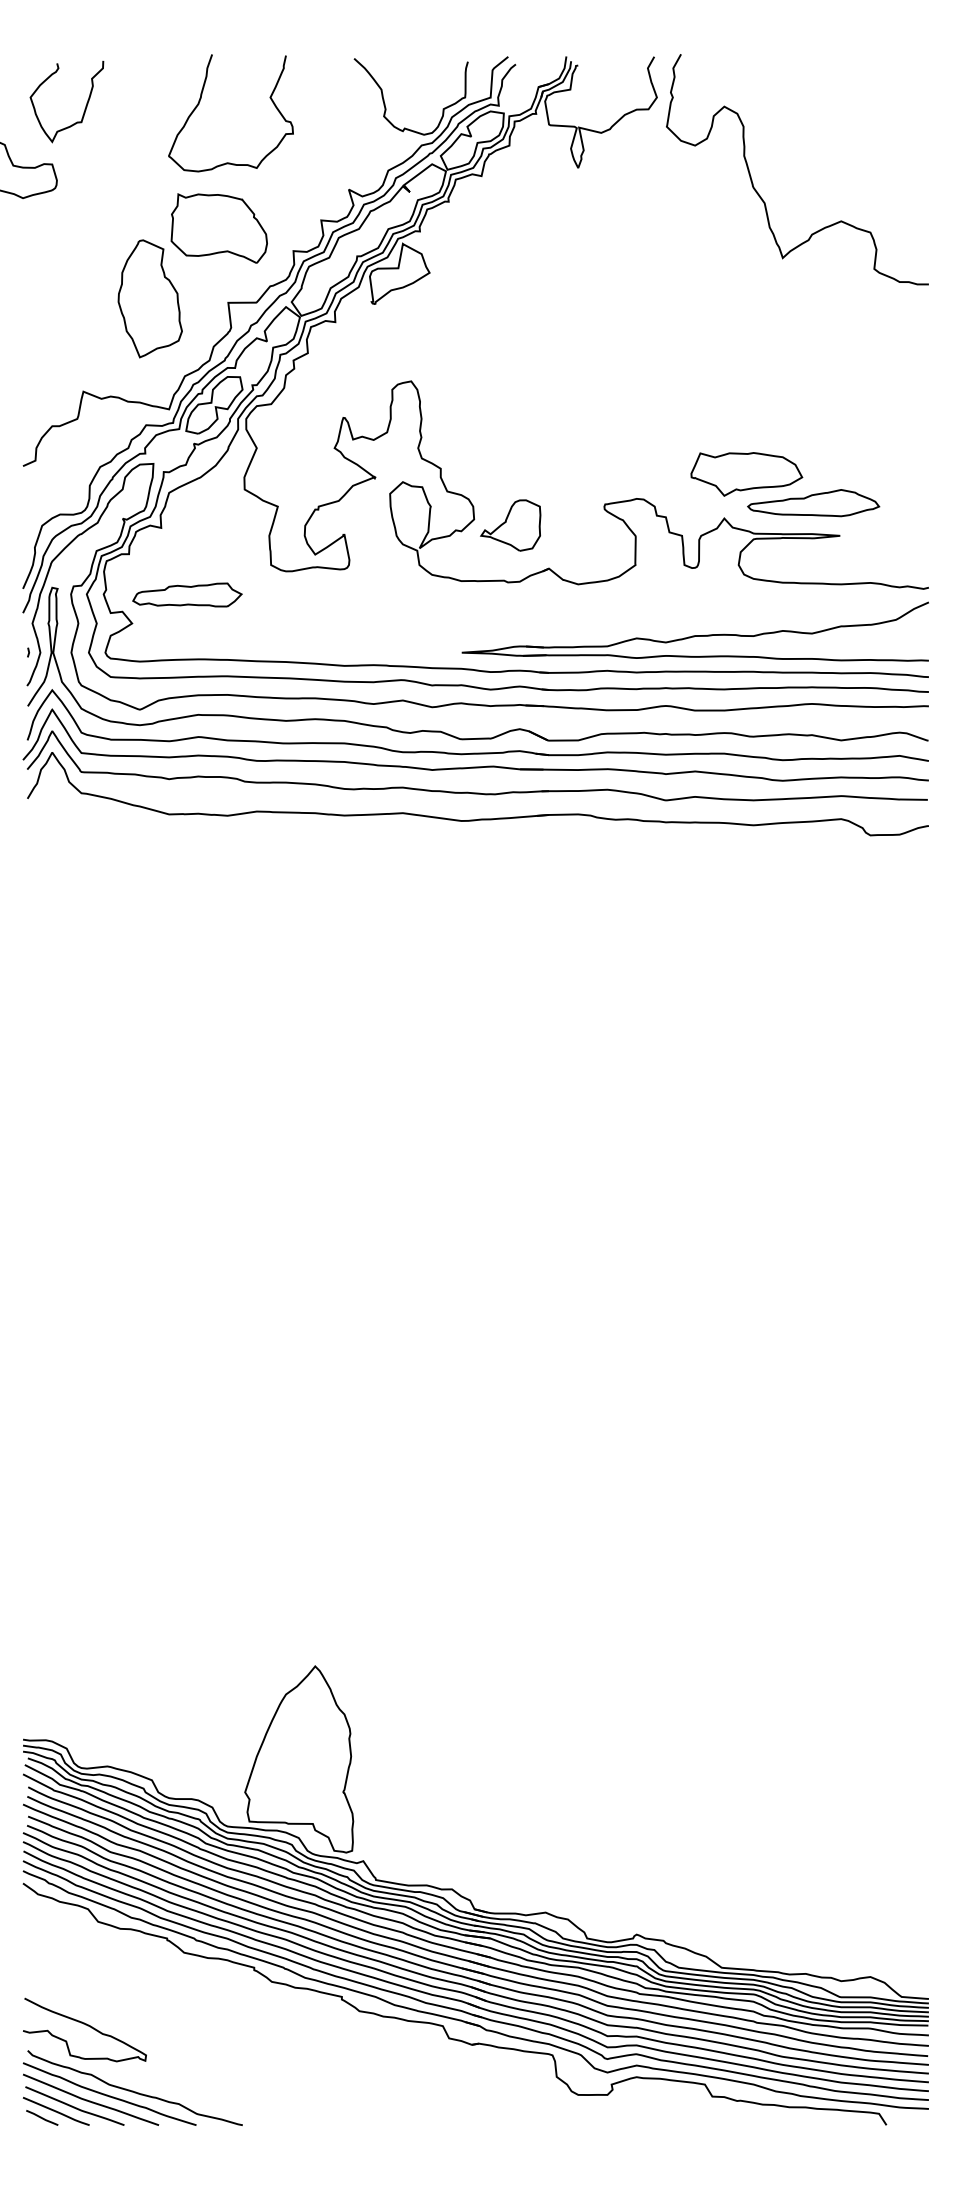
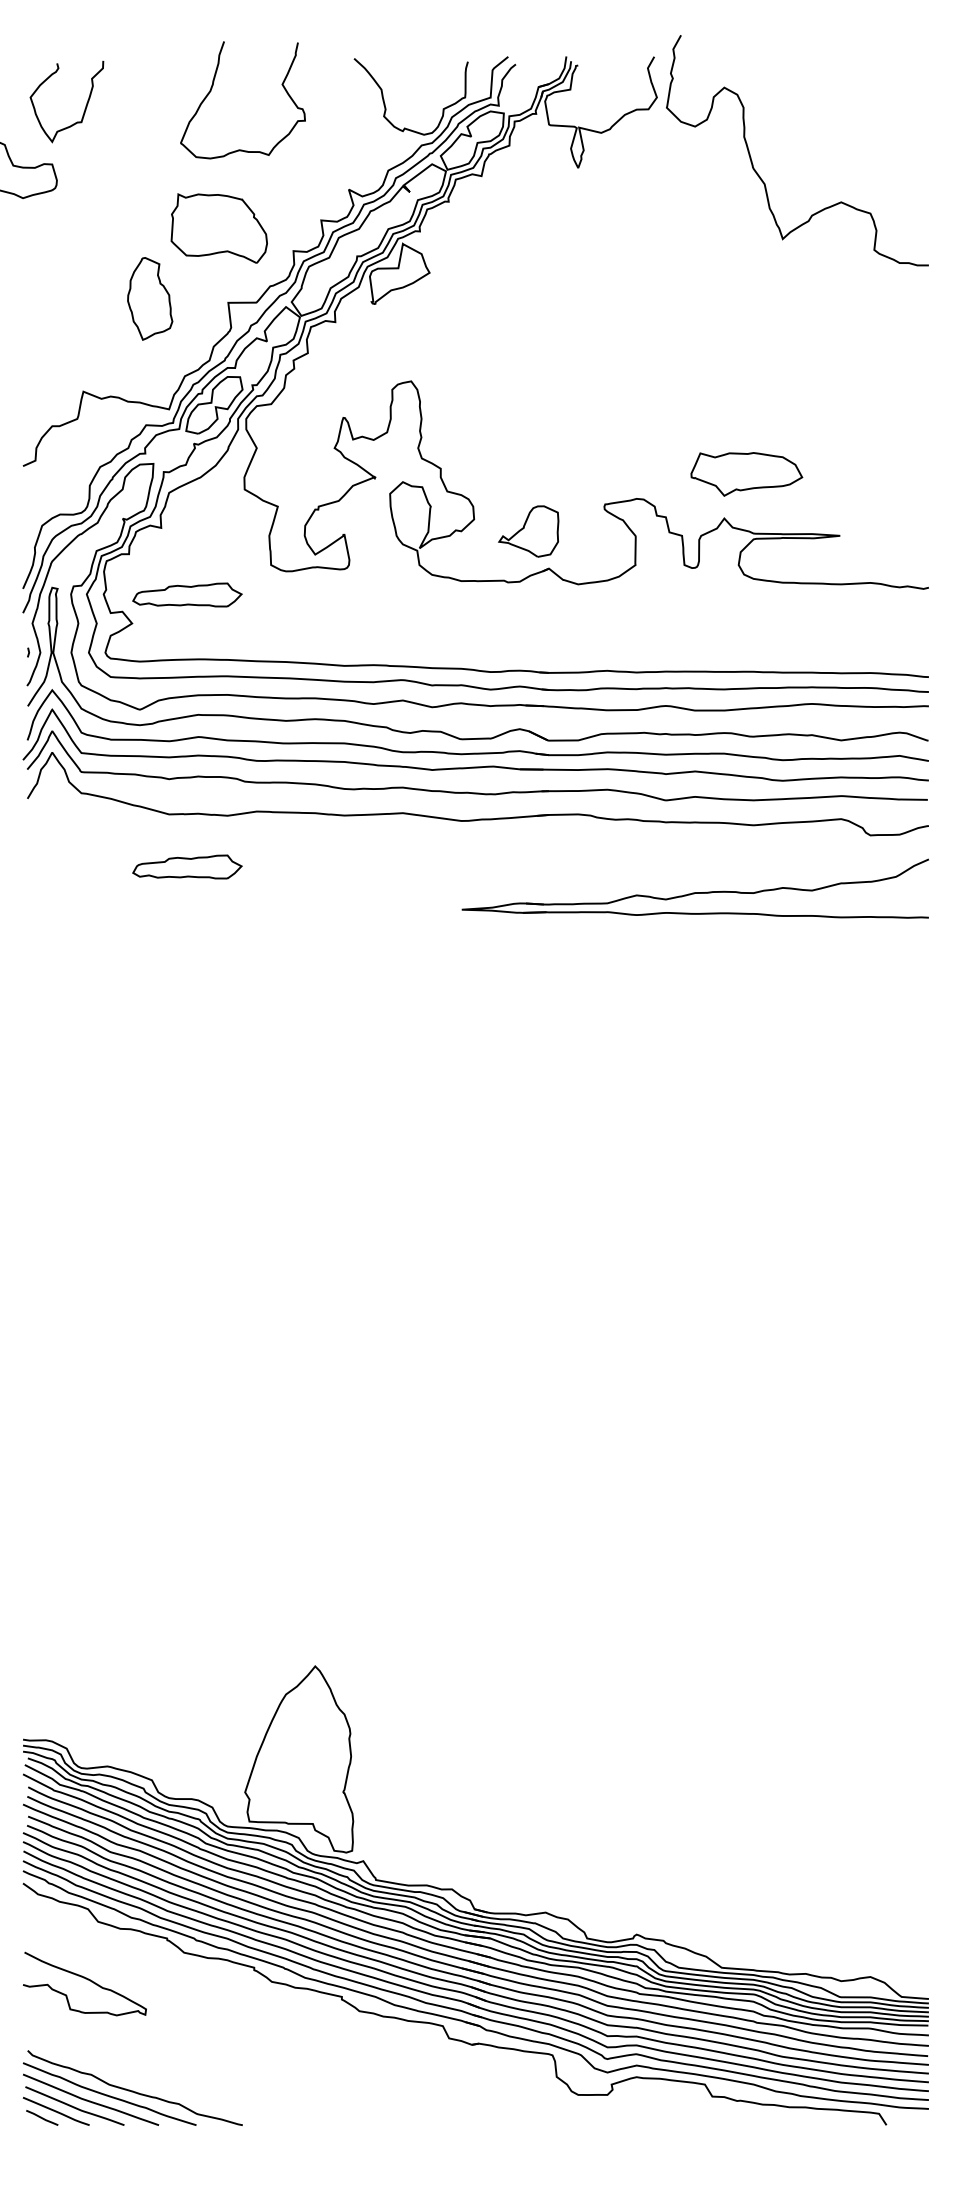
curve at (199, 104) position: (199, 104) -> (211, 91)
curve at (760, 195) position: (760, 195) -> (760, 176)
part at (149, 298) size: 66x120 px -> 47x84 px
part at (813, 503): present -> none
part at (510, 525) position: (510, 525) -> (528, 531)
part at (694, 631) position: (694, 631) -> (694, 888)
part at (187, 866): none -> present
curve at (85, 2025) position: (85, 2025) -> (85, 1979)
